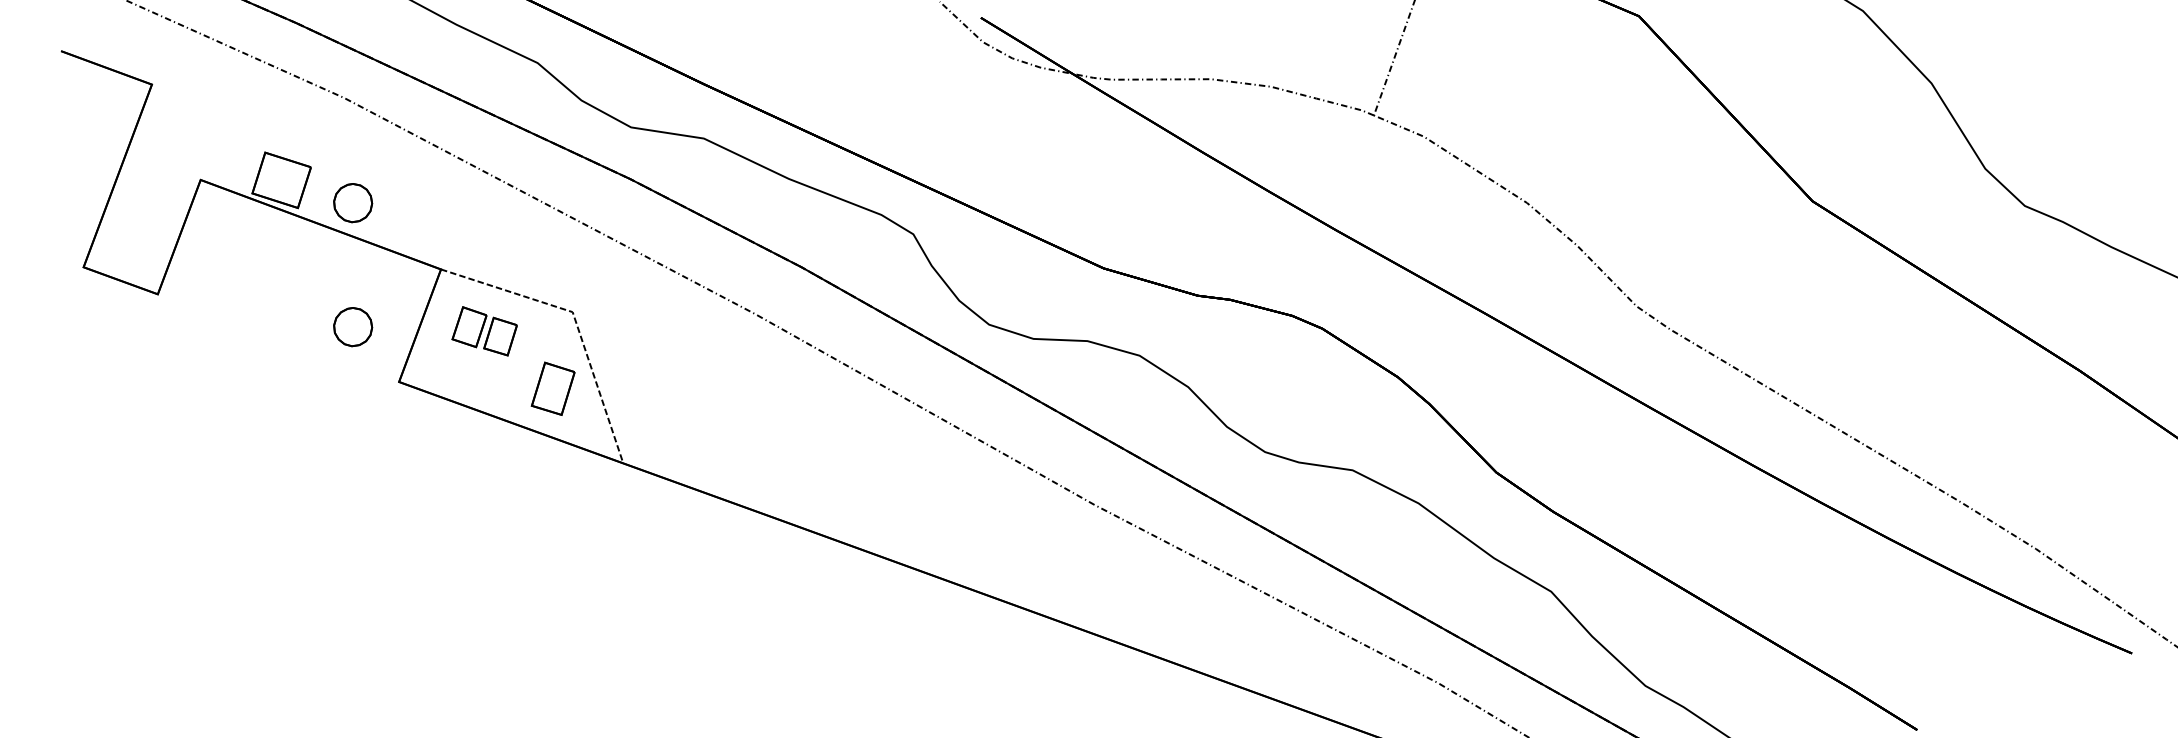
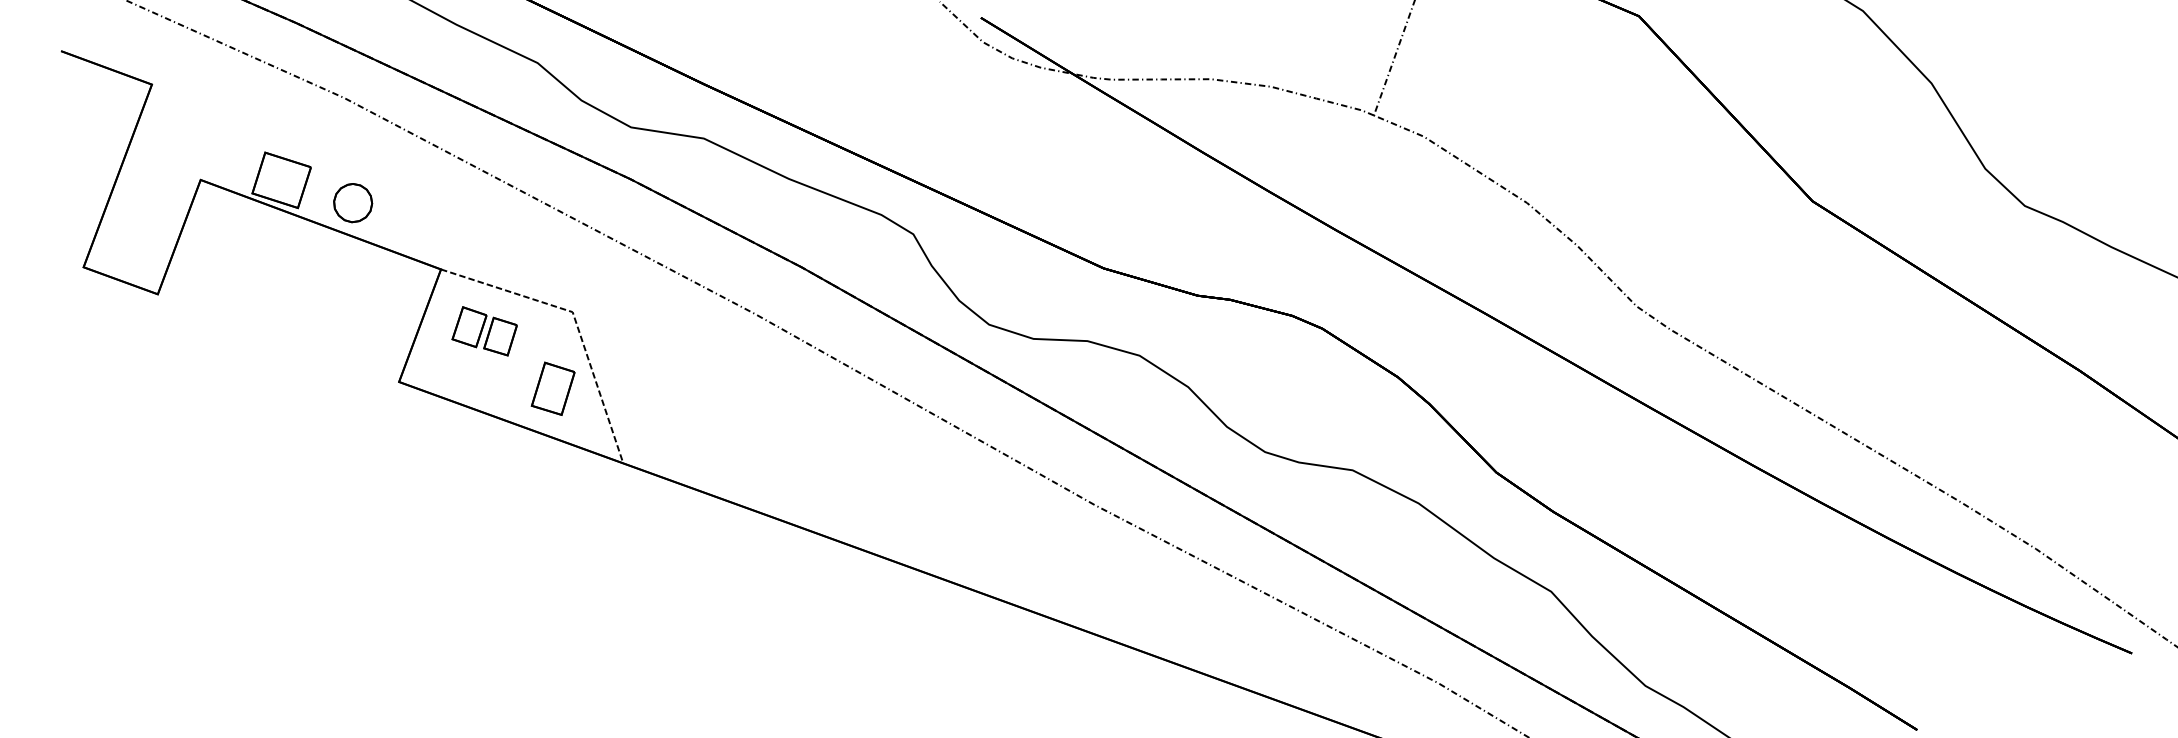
part at (353, 327): present -> none
